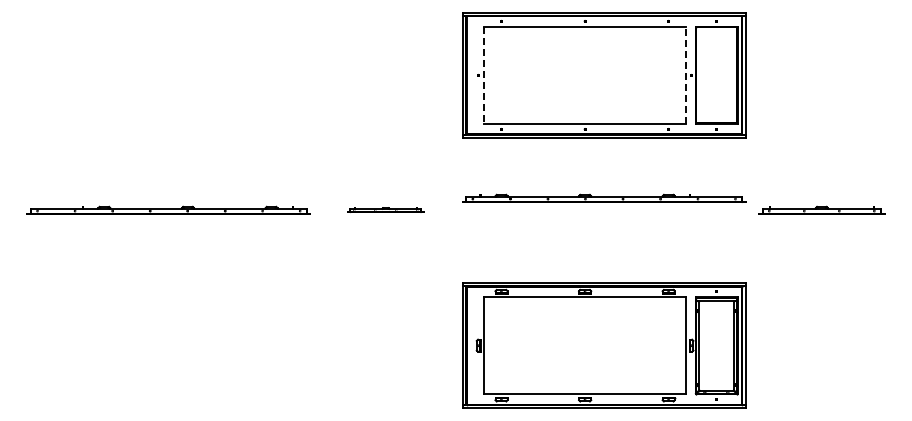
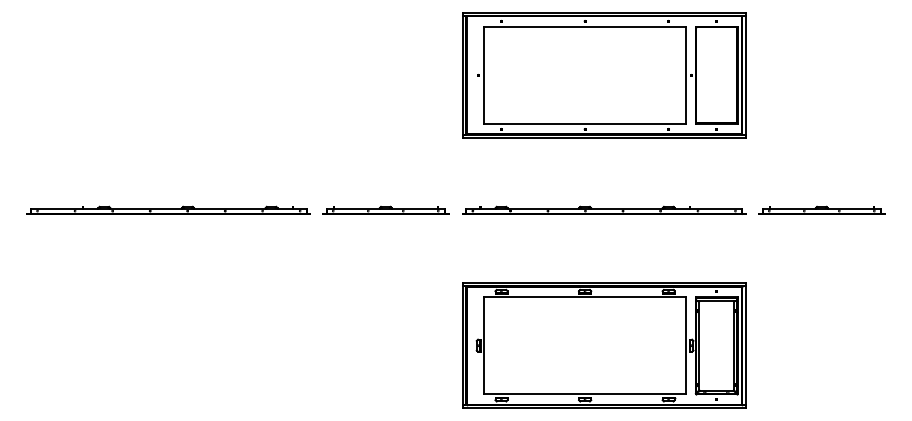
line at (686, 74): dashed -> solid
line at (484, 75): dashed -> solid
part at (604, 197) position: (604, 197) -> (604, 209)
part at (385, 209) size: 78x6 px -> 128x10 px
